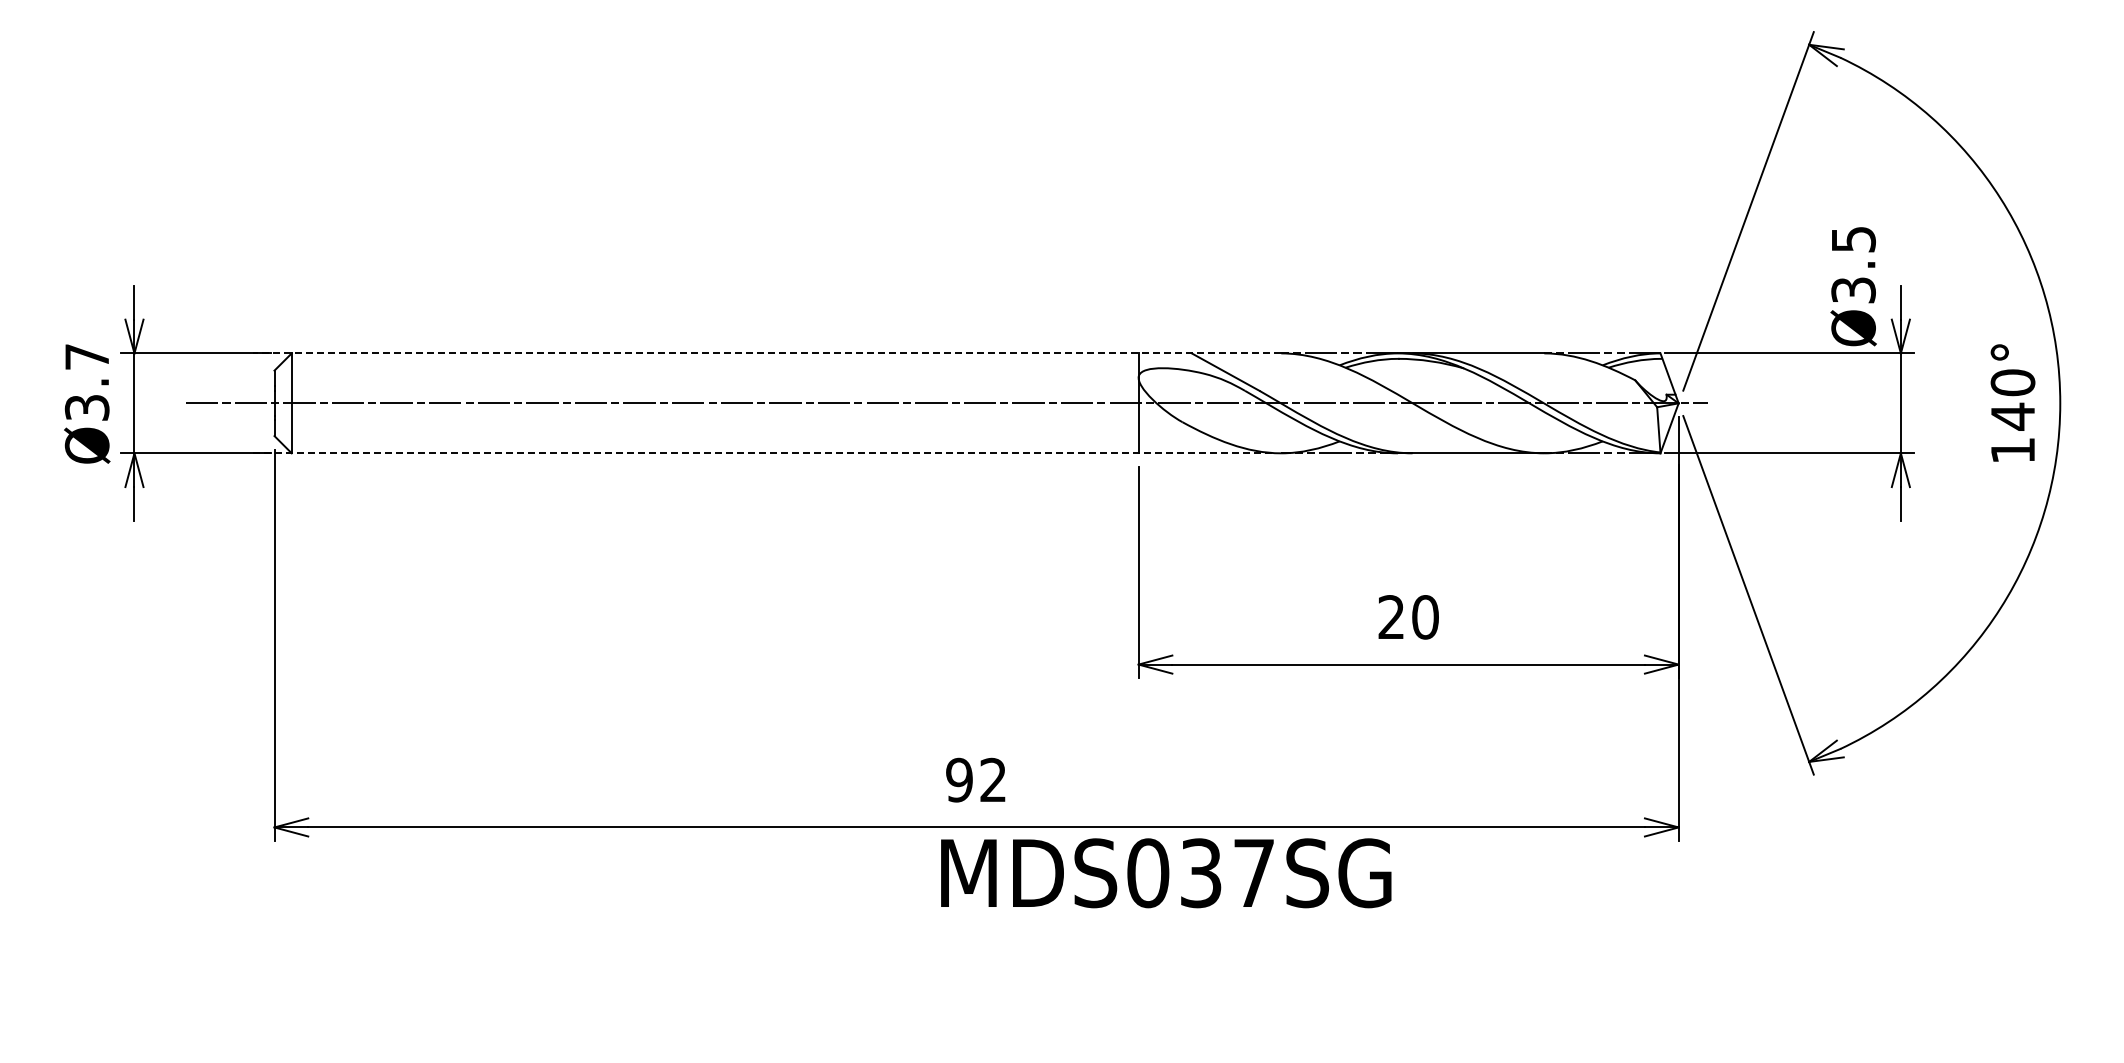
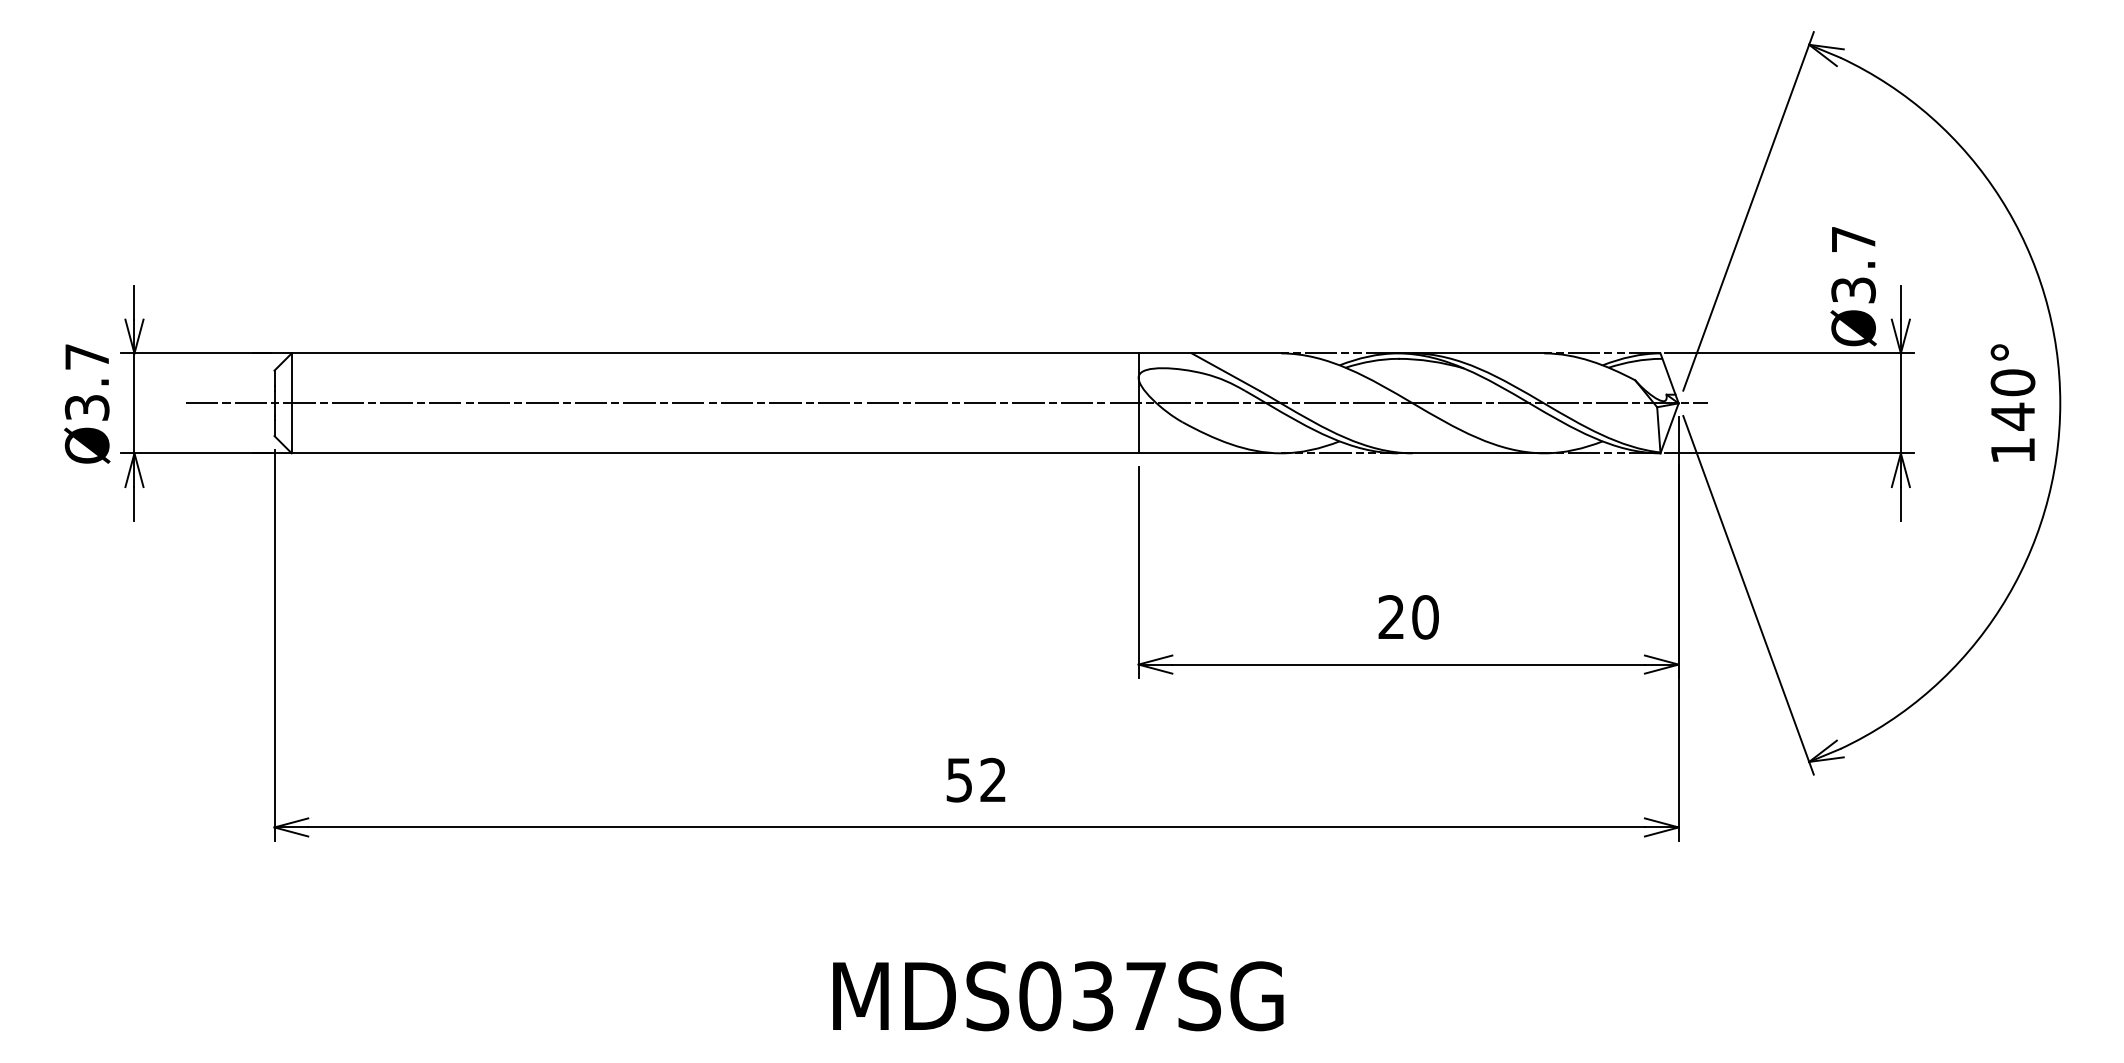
text at (1853, 239): Ø3.5 -> Ø3.7
line at (766, 353): dashed -> solid
line at (762, 453): dashed -> solid
text at (959, 779): 92 -> 52
text at (1166, 873) position: (1166, 873) -> (1058, 996)
